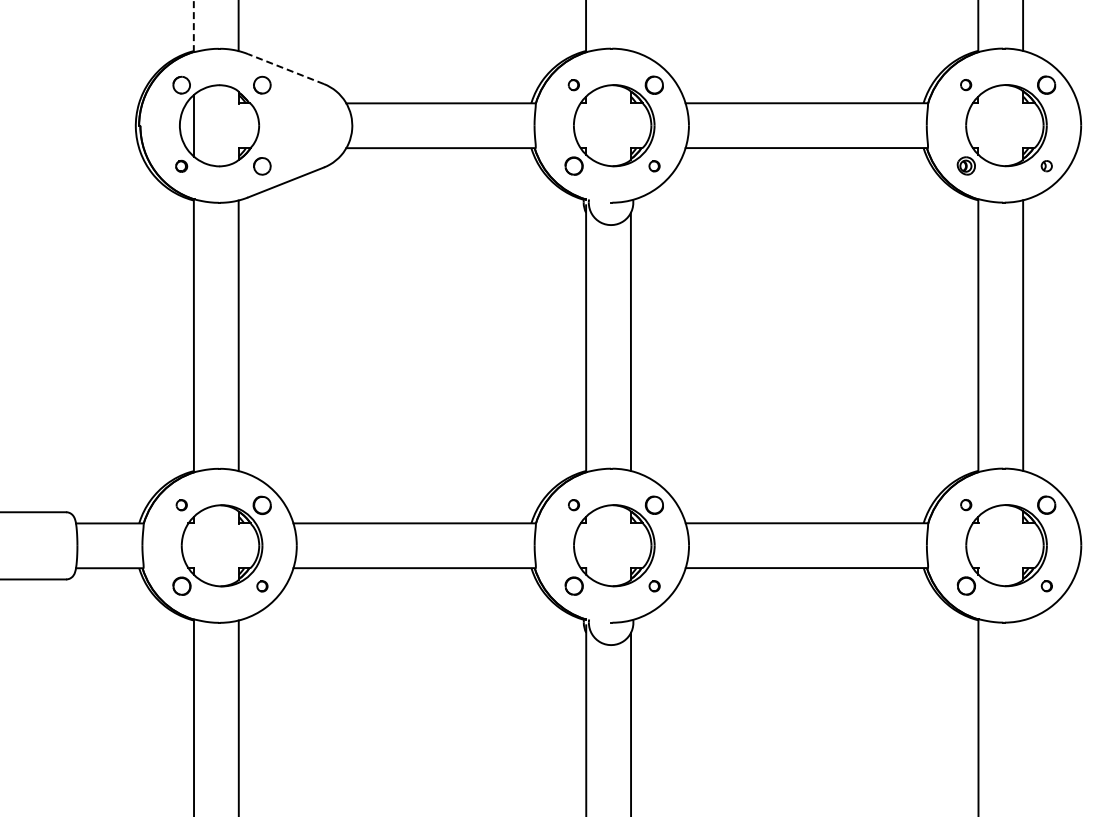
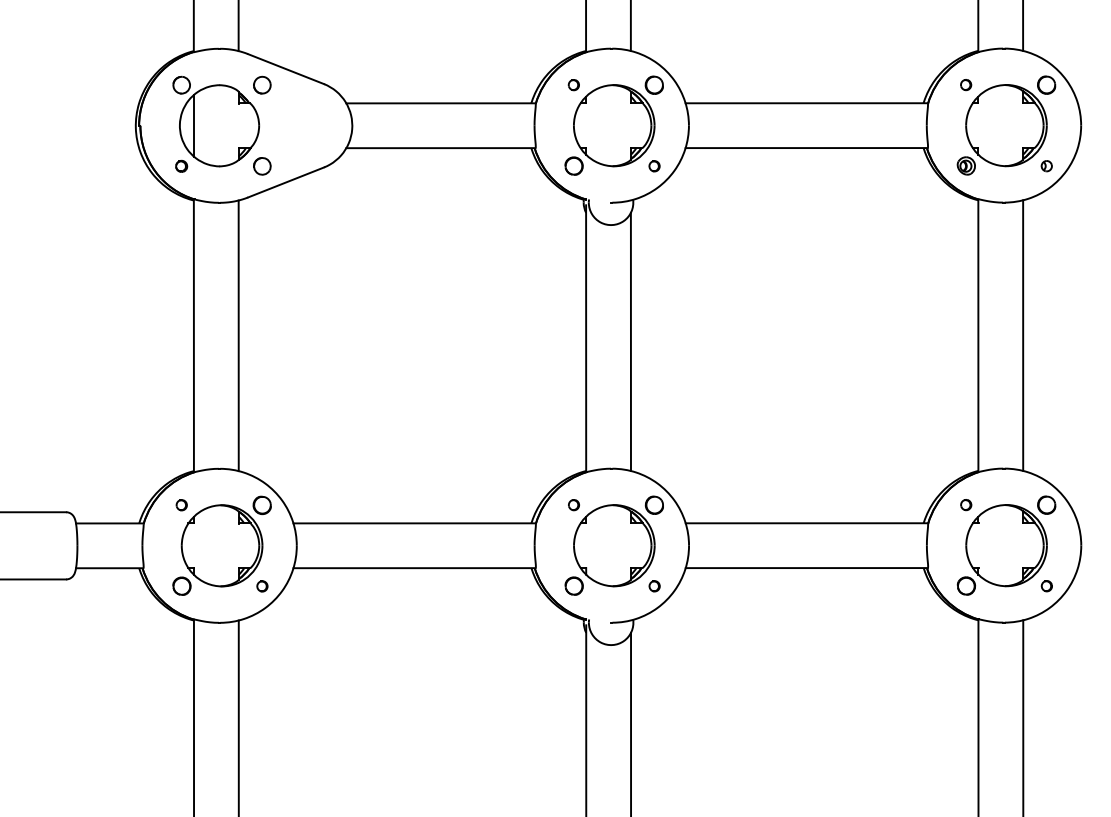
line at (193, 26): dashed -> solid
line at (630, 26): none -> present
line at (286, 69): dashed -> solid
line at (1023, 716): none -> present
